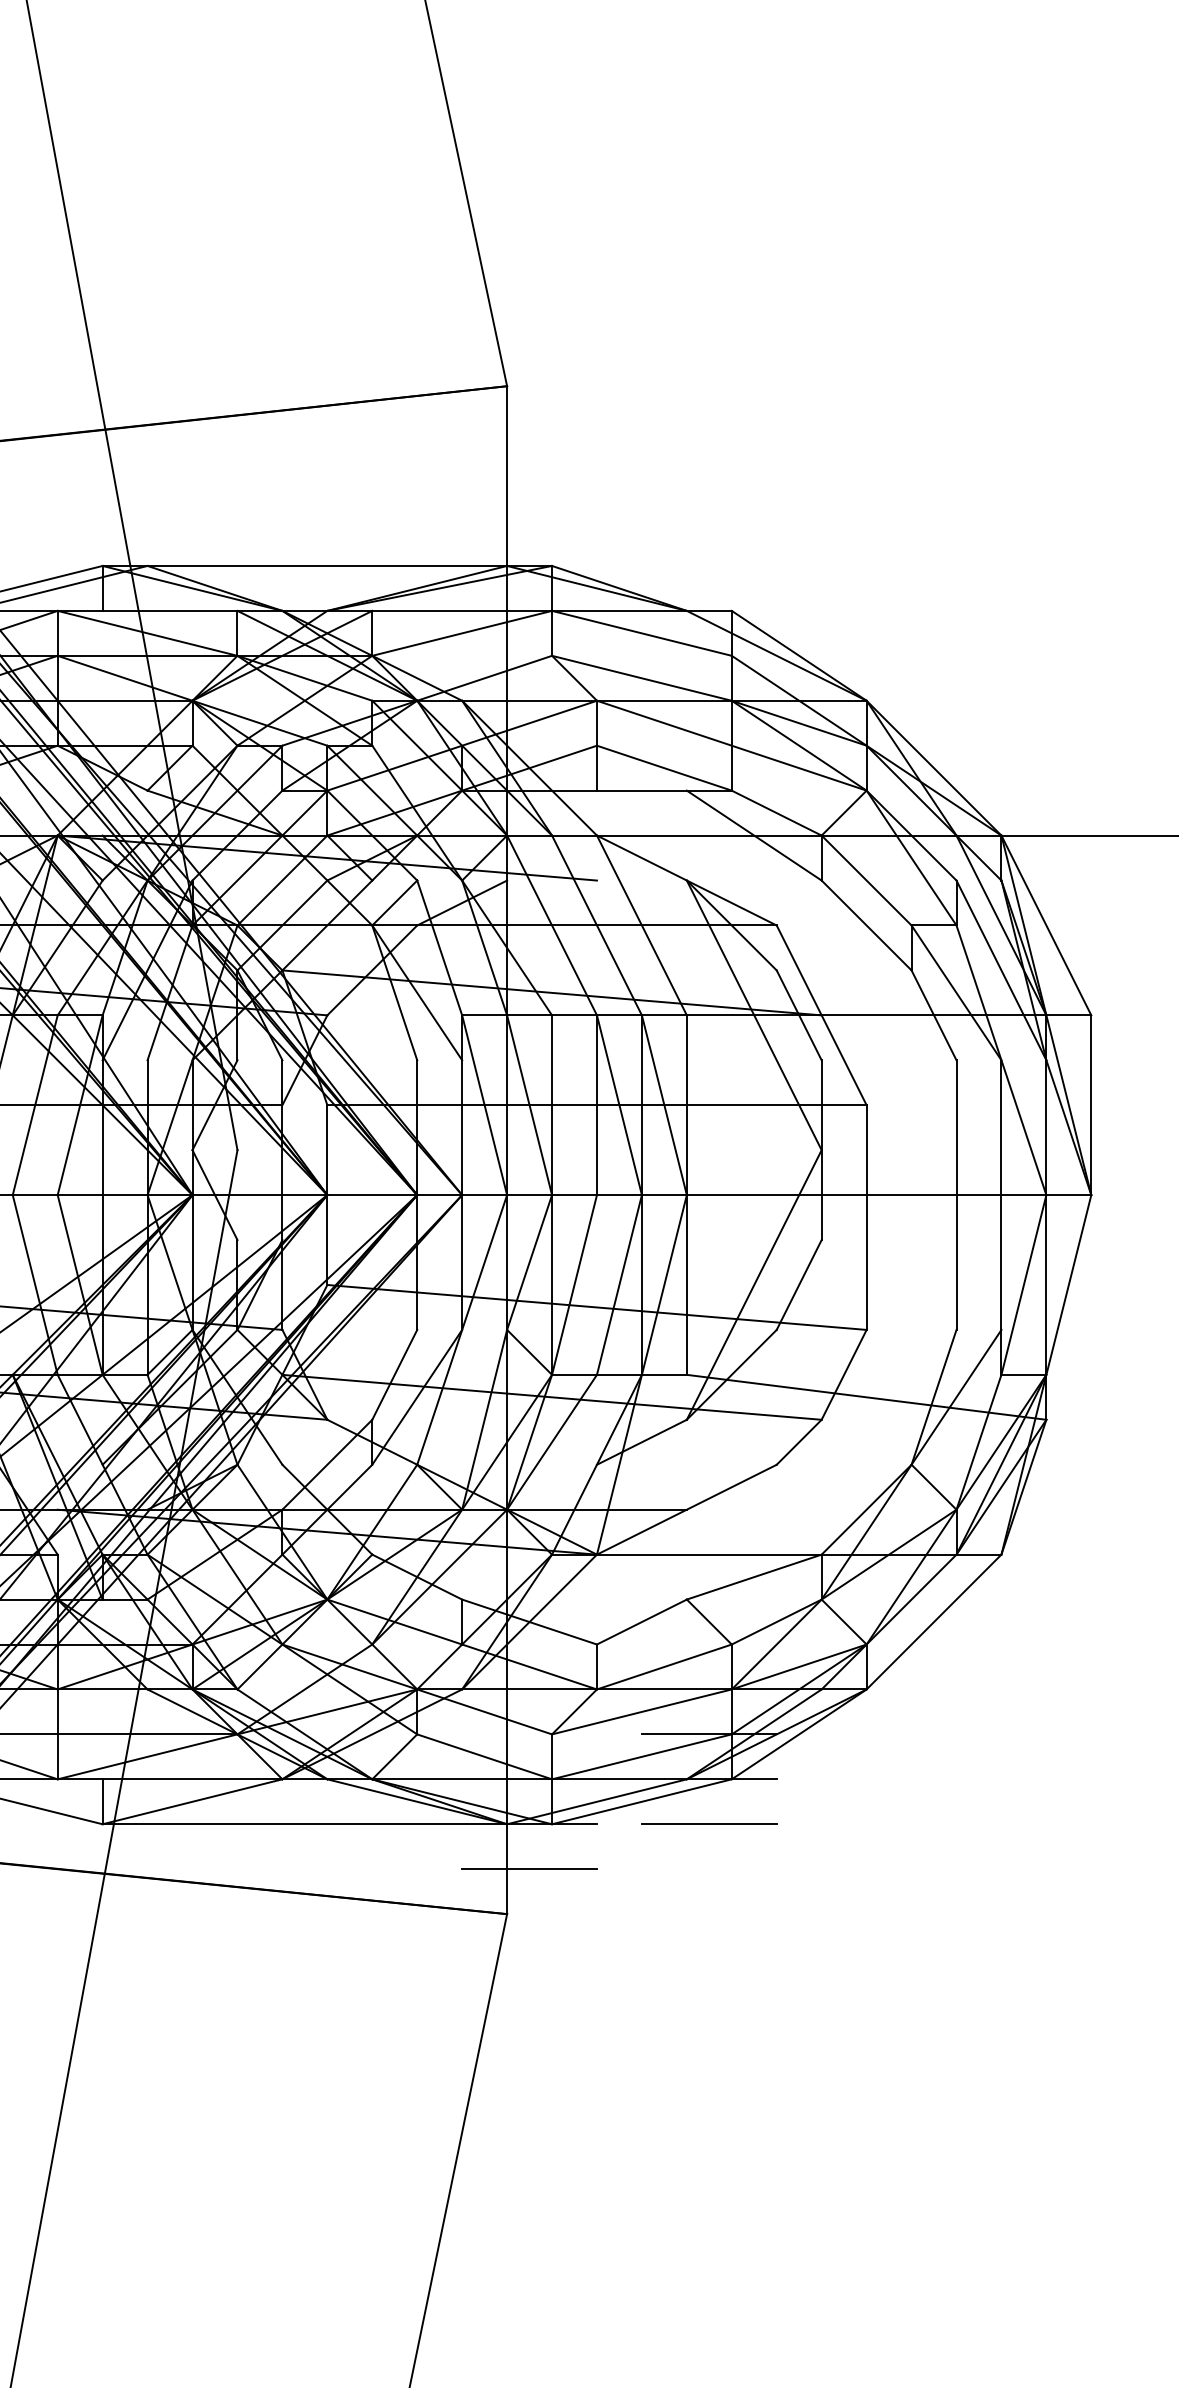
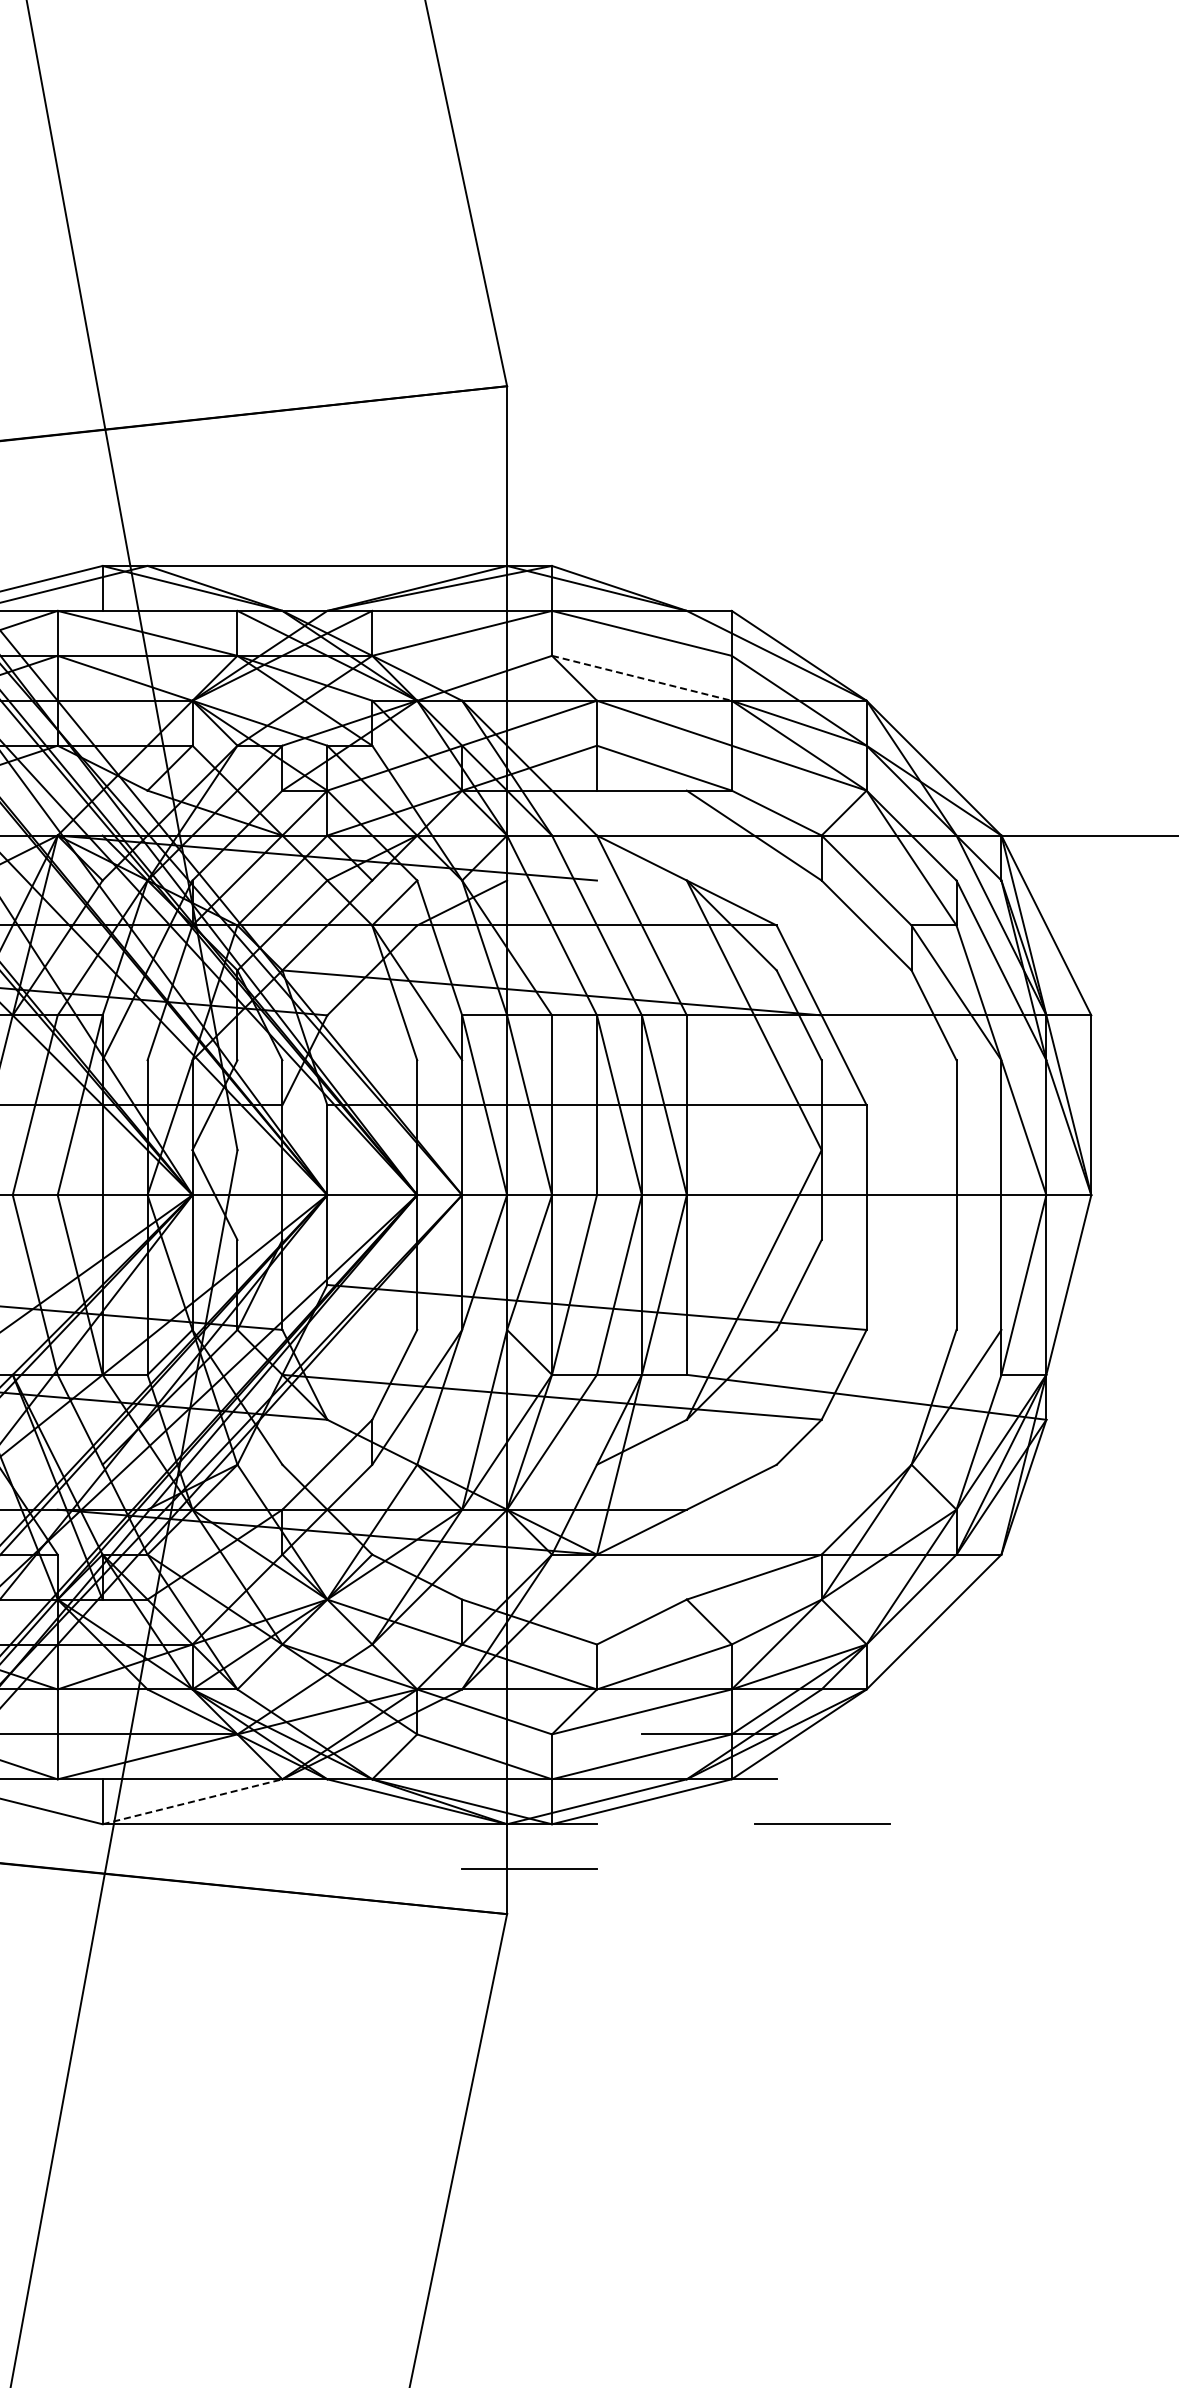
line at (641, 678): solid -> dashed
line at (192, 1801): solid -> dashed
line at (709, 1823) position: (709, 1823) -> (822, 1823)
